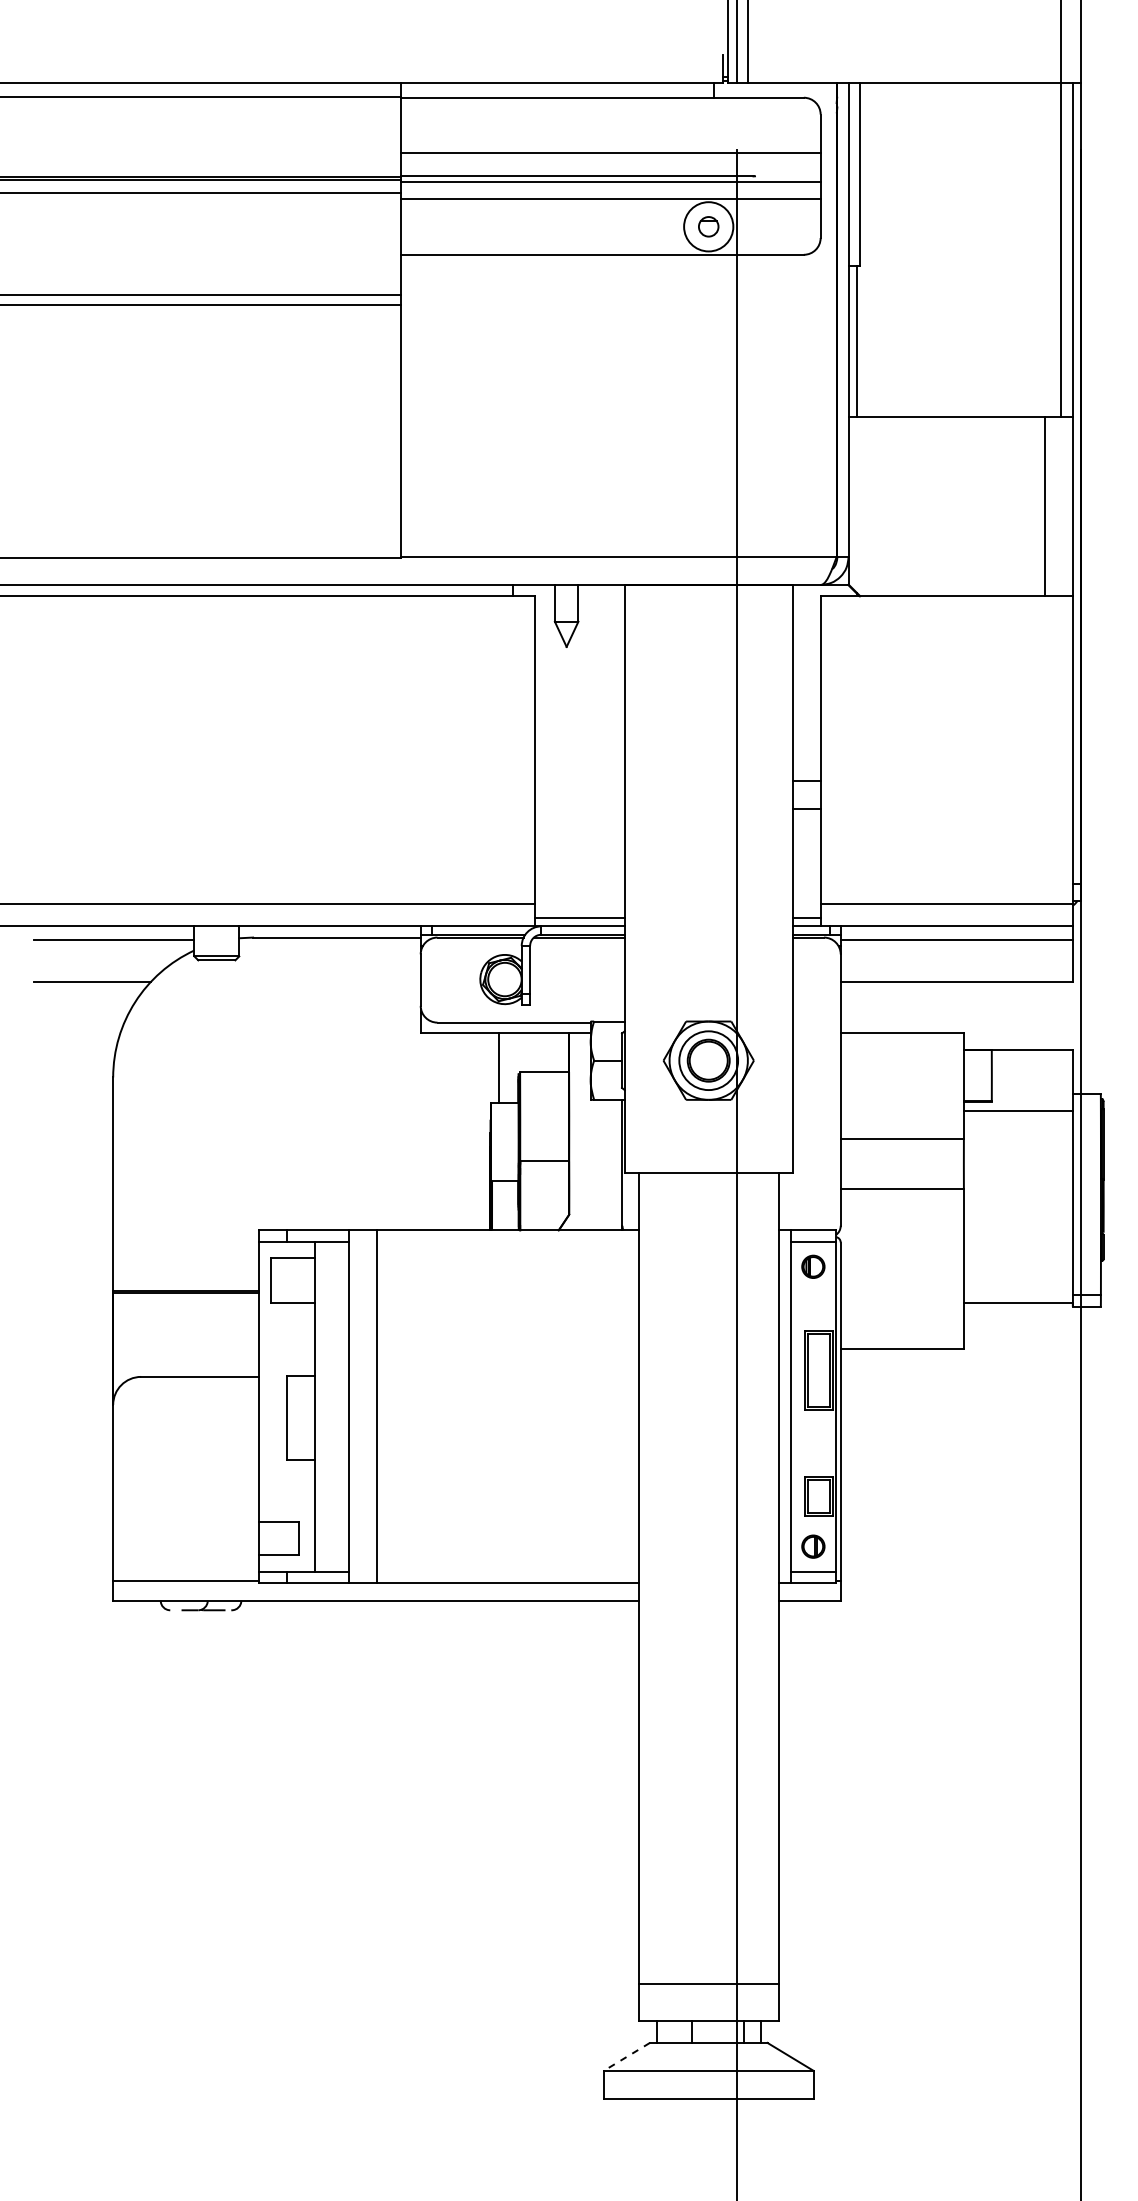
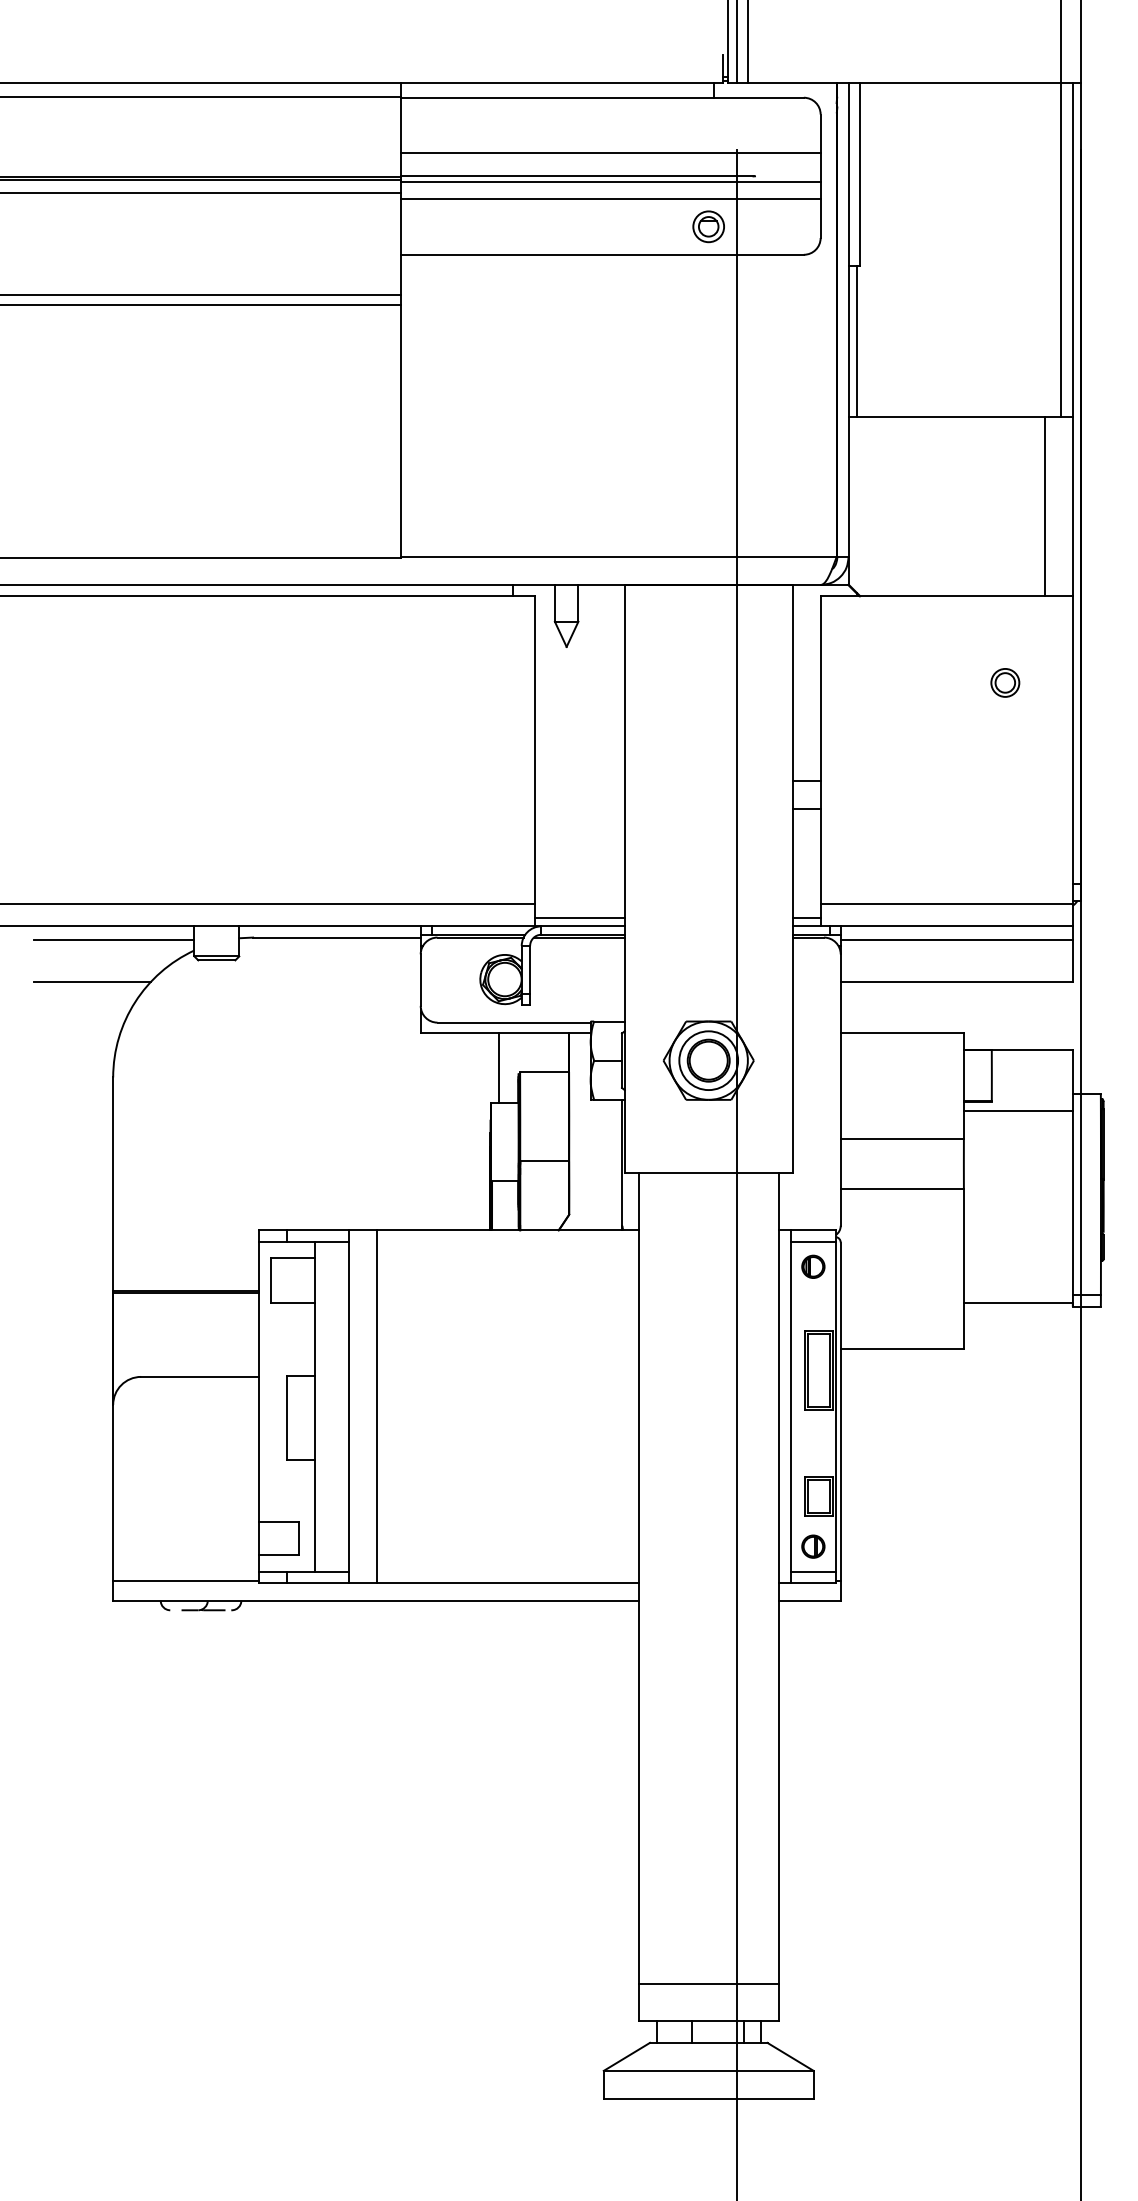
circle at (708, 226) diameter: 49 px -> 31 px
part at (1005, 682): none -> present
line at (626, 2056): dashed -> solid
